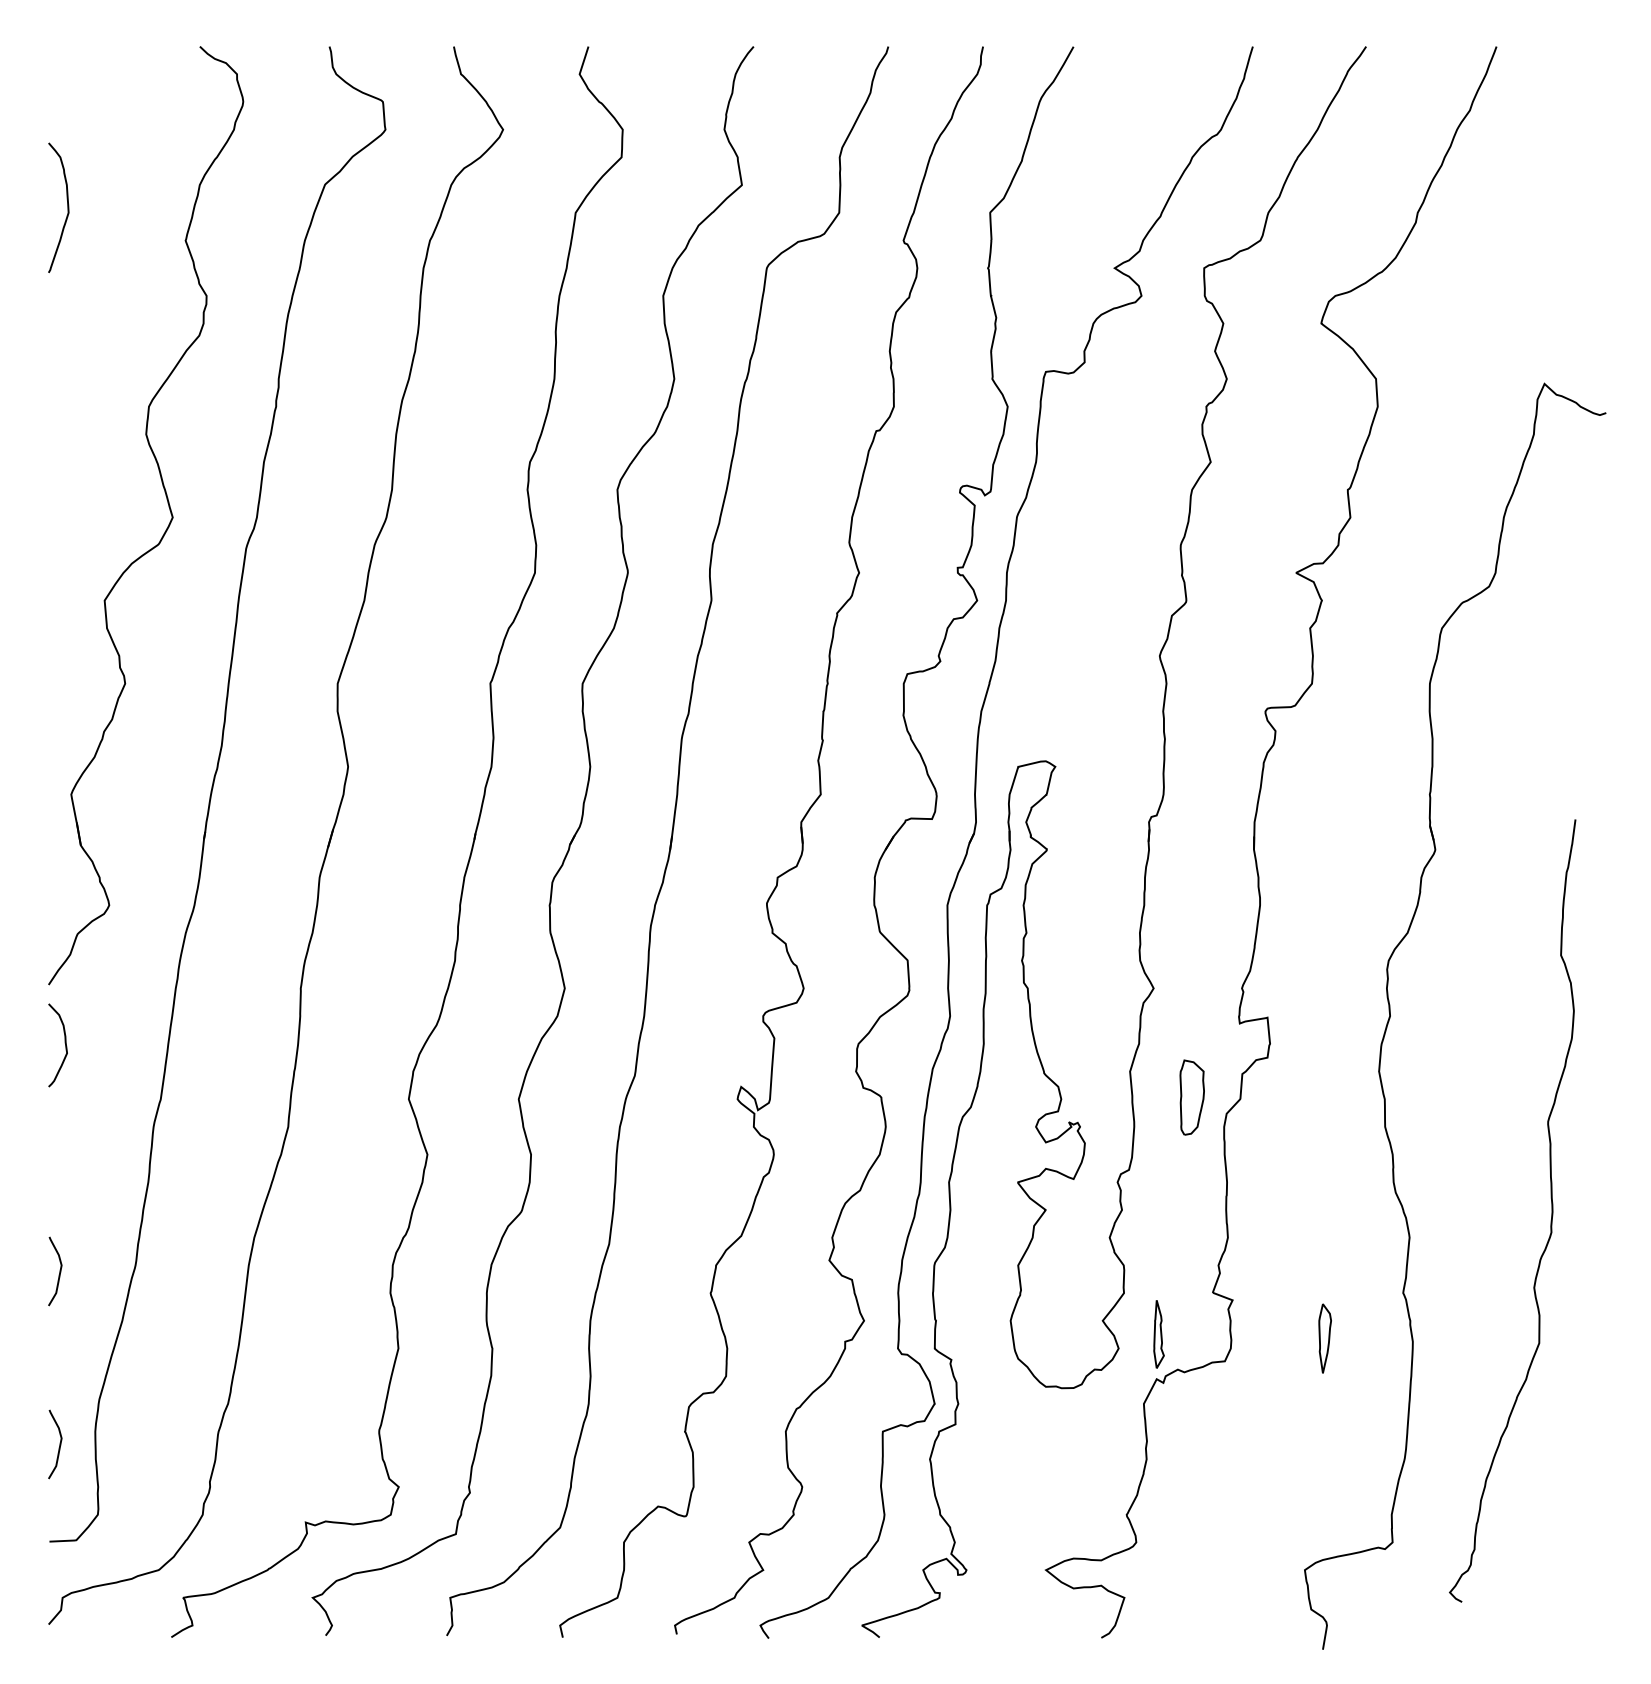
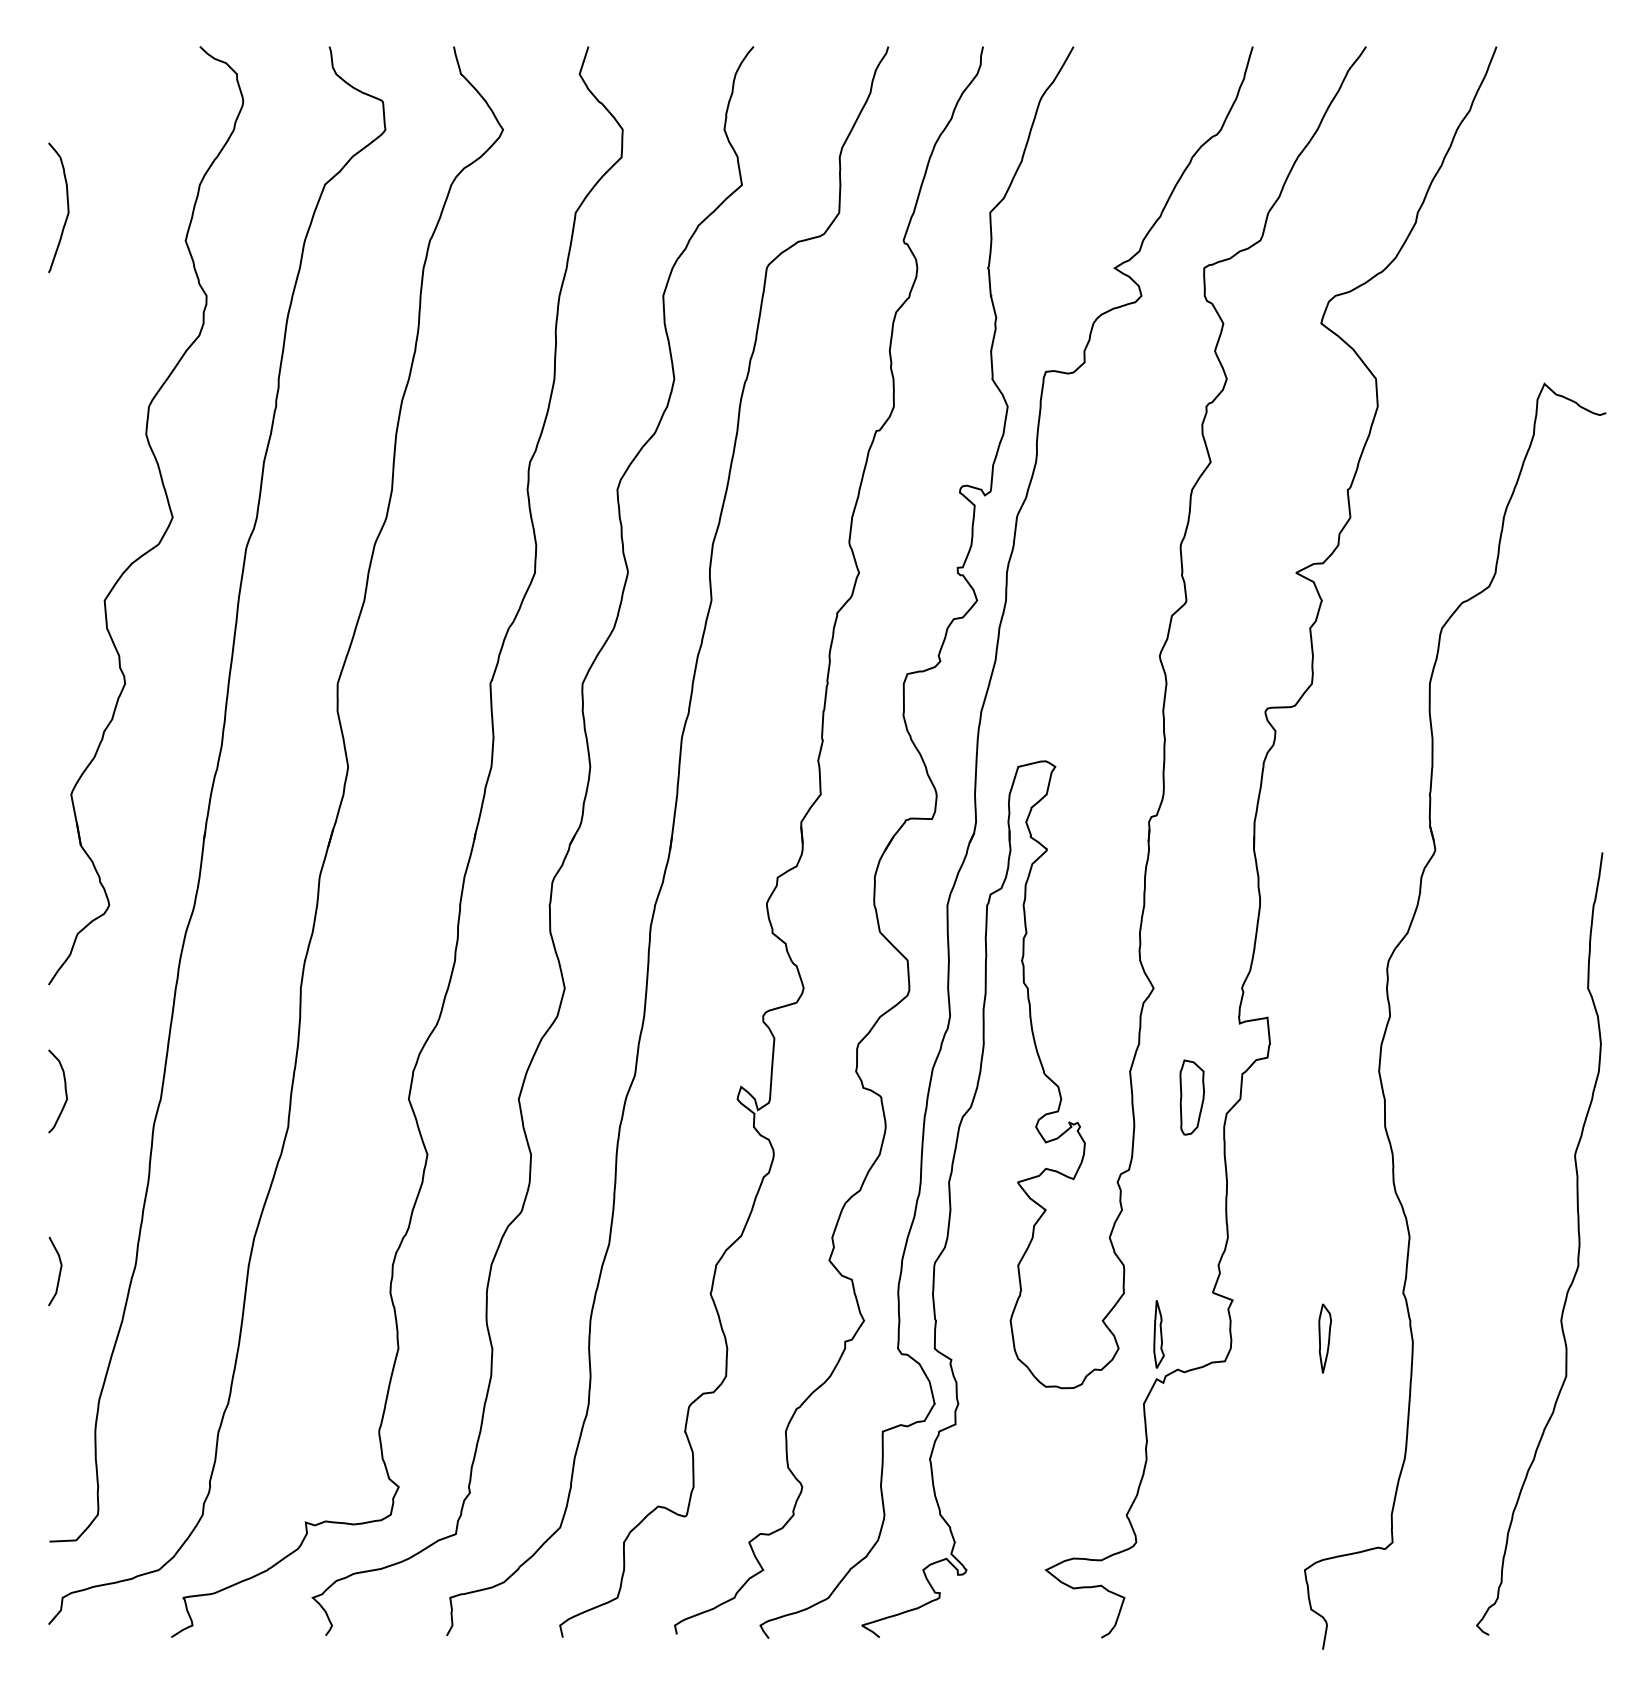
curve at (64, 1043) position: (64, 1043) -> (64, 1089)
curve at (1551, 1210) position: (1551, 1210) -> (1578, 1243)
curve at (59, 1444): present -> none
